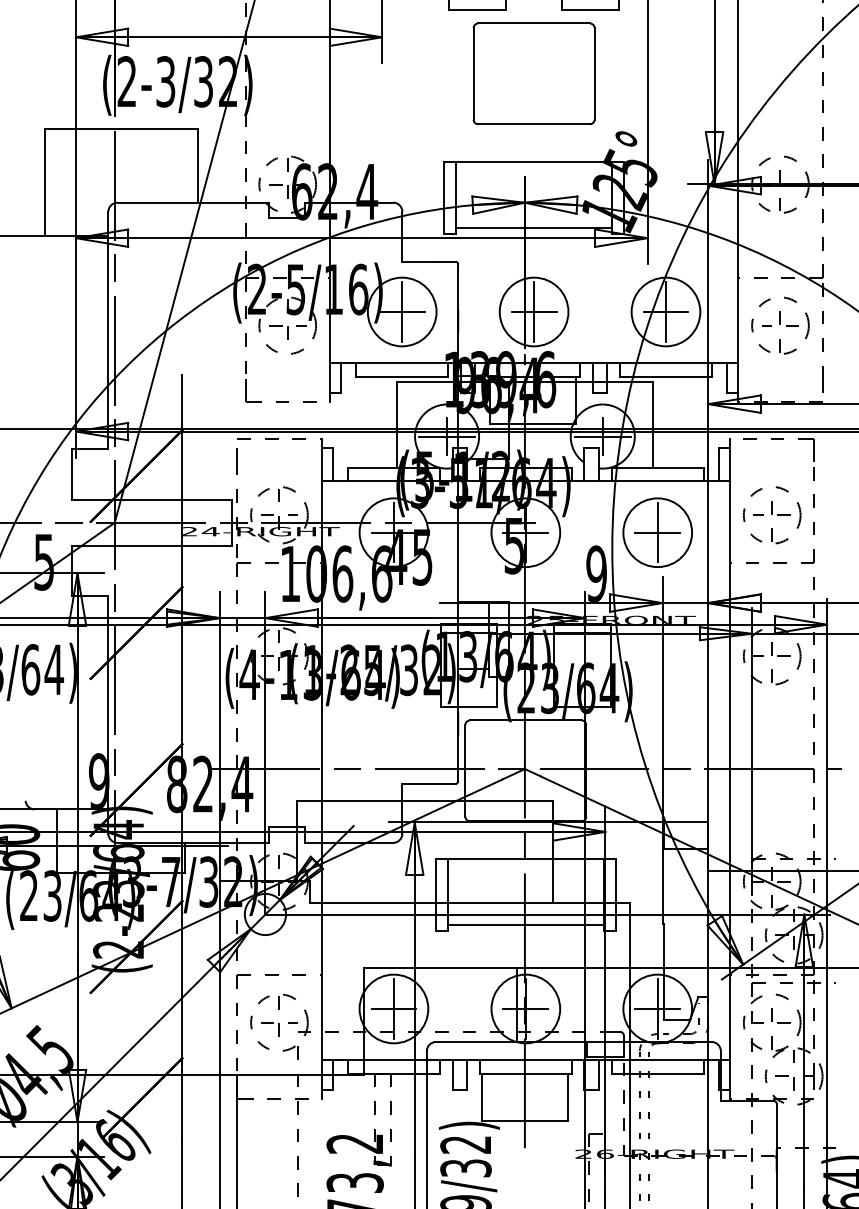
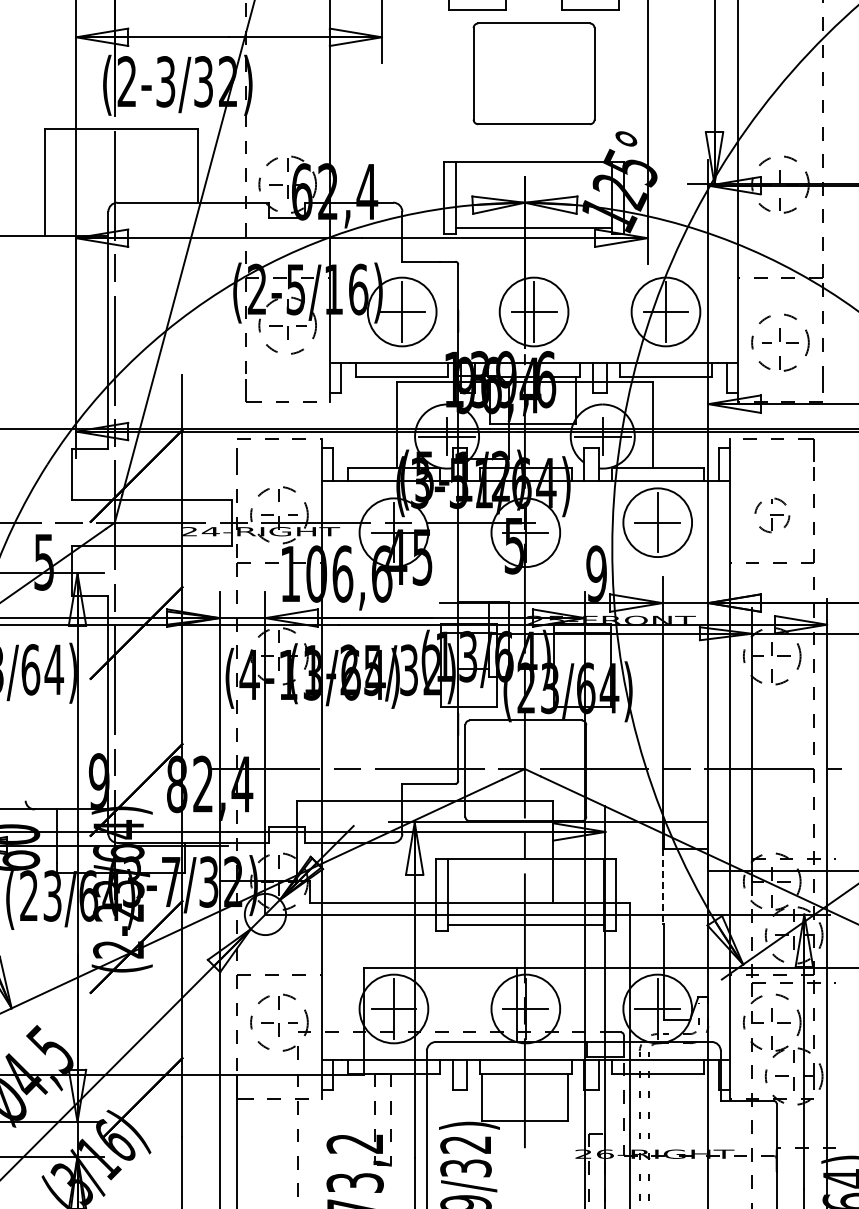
part at (780, 325) position: (780, 325) -> (780, 342)
part at (772, 515) size: 59x59 px -> 37x37 px
part at (657, 532) position: (657, 532) -> (657, 522)
line at (662, 886): solid -> dashed
